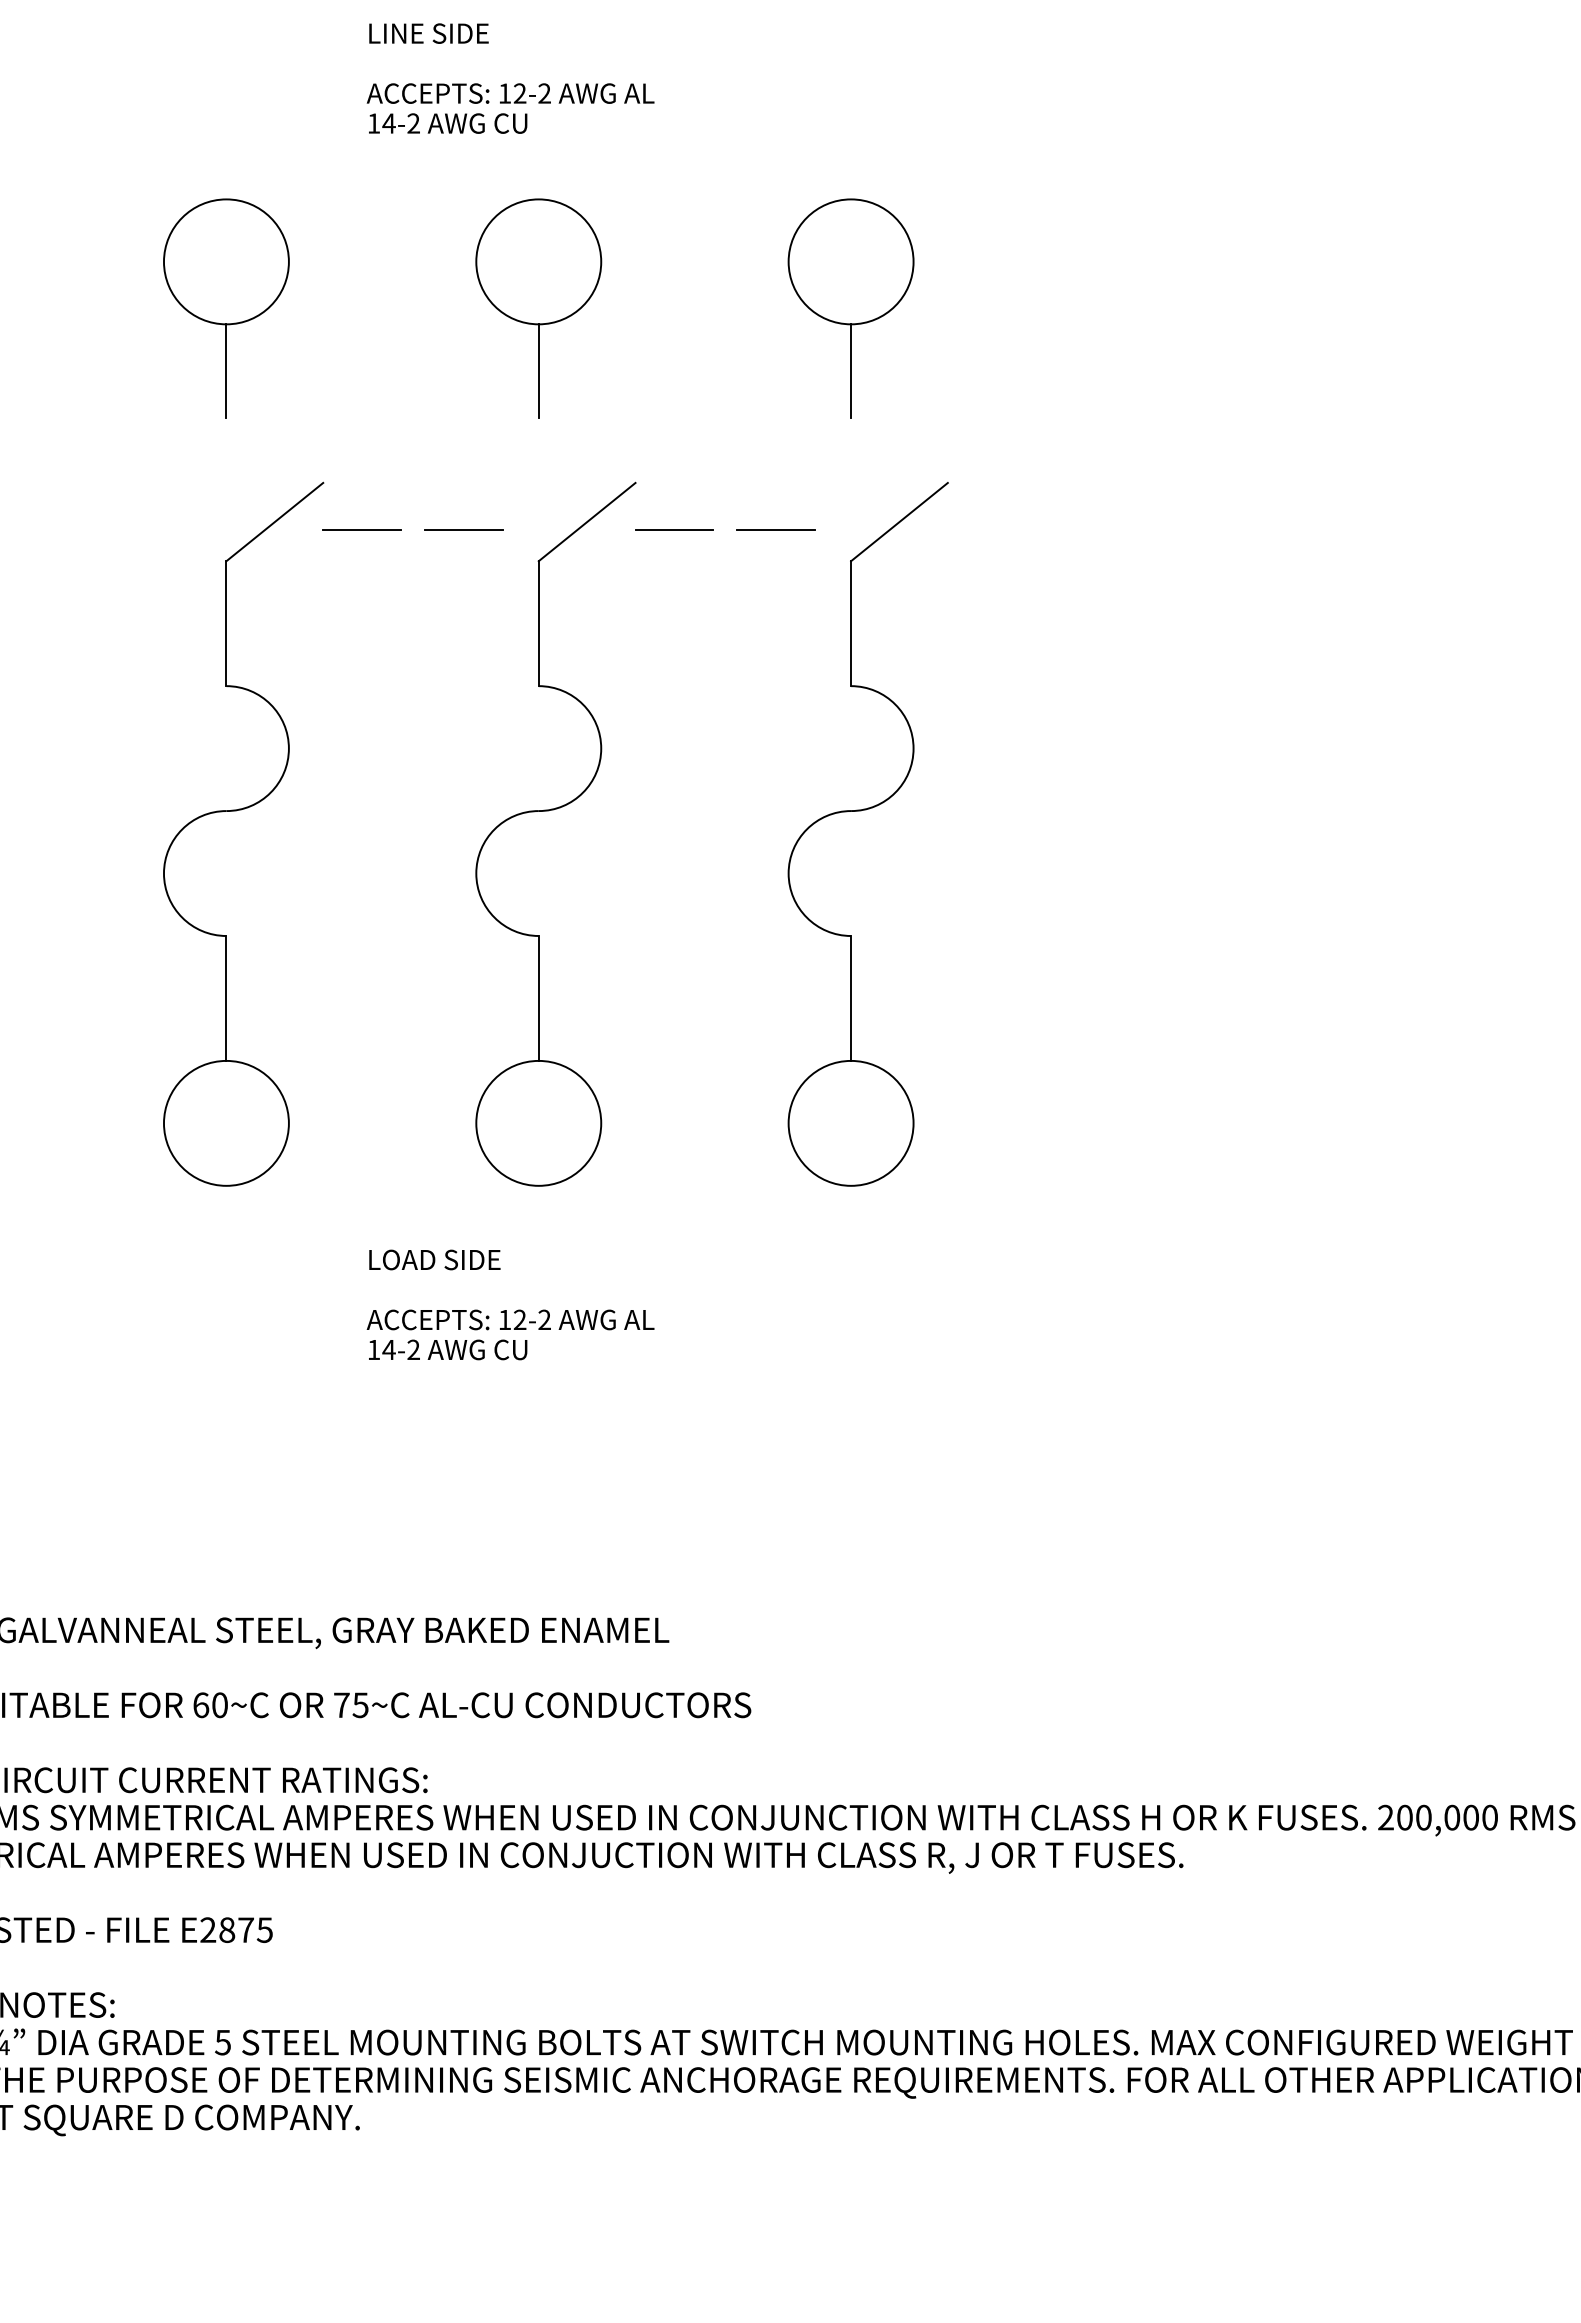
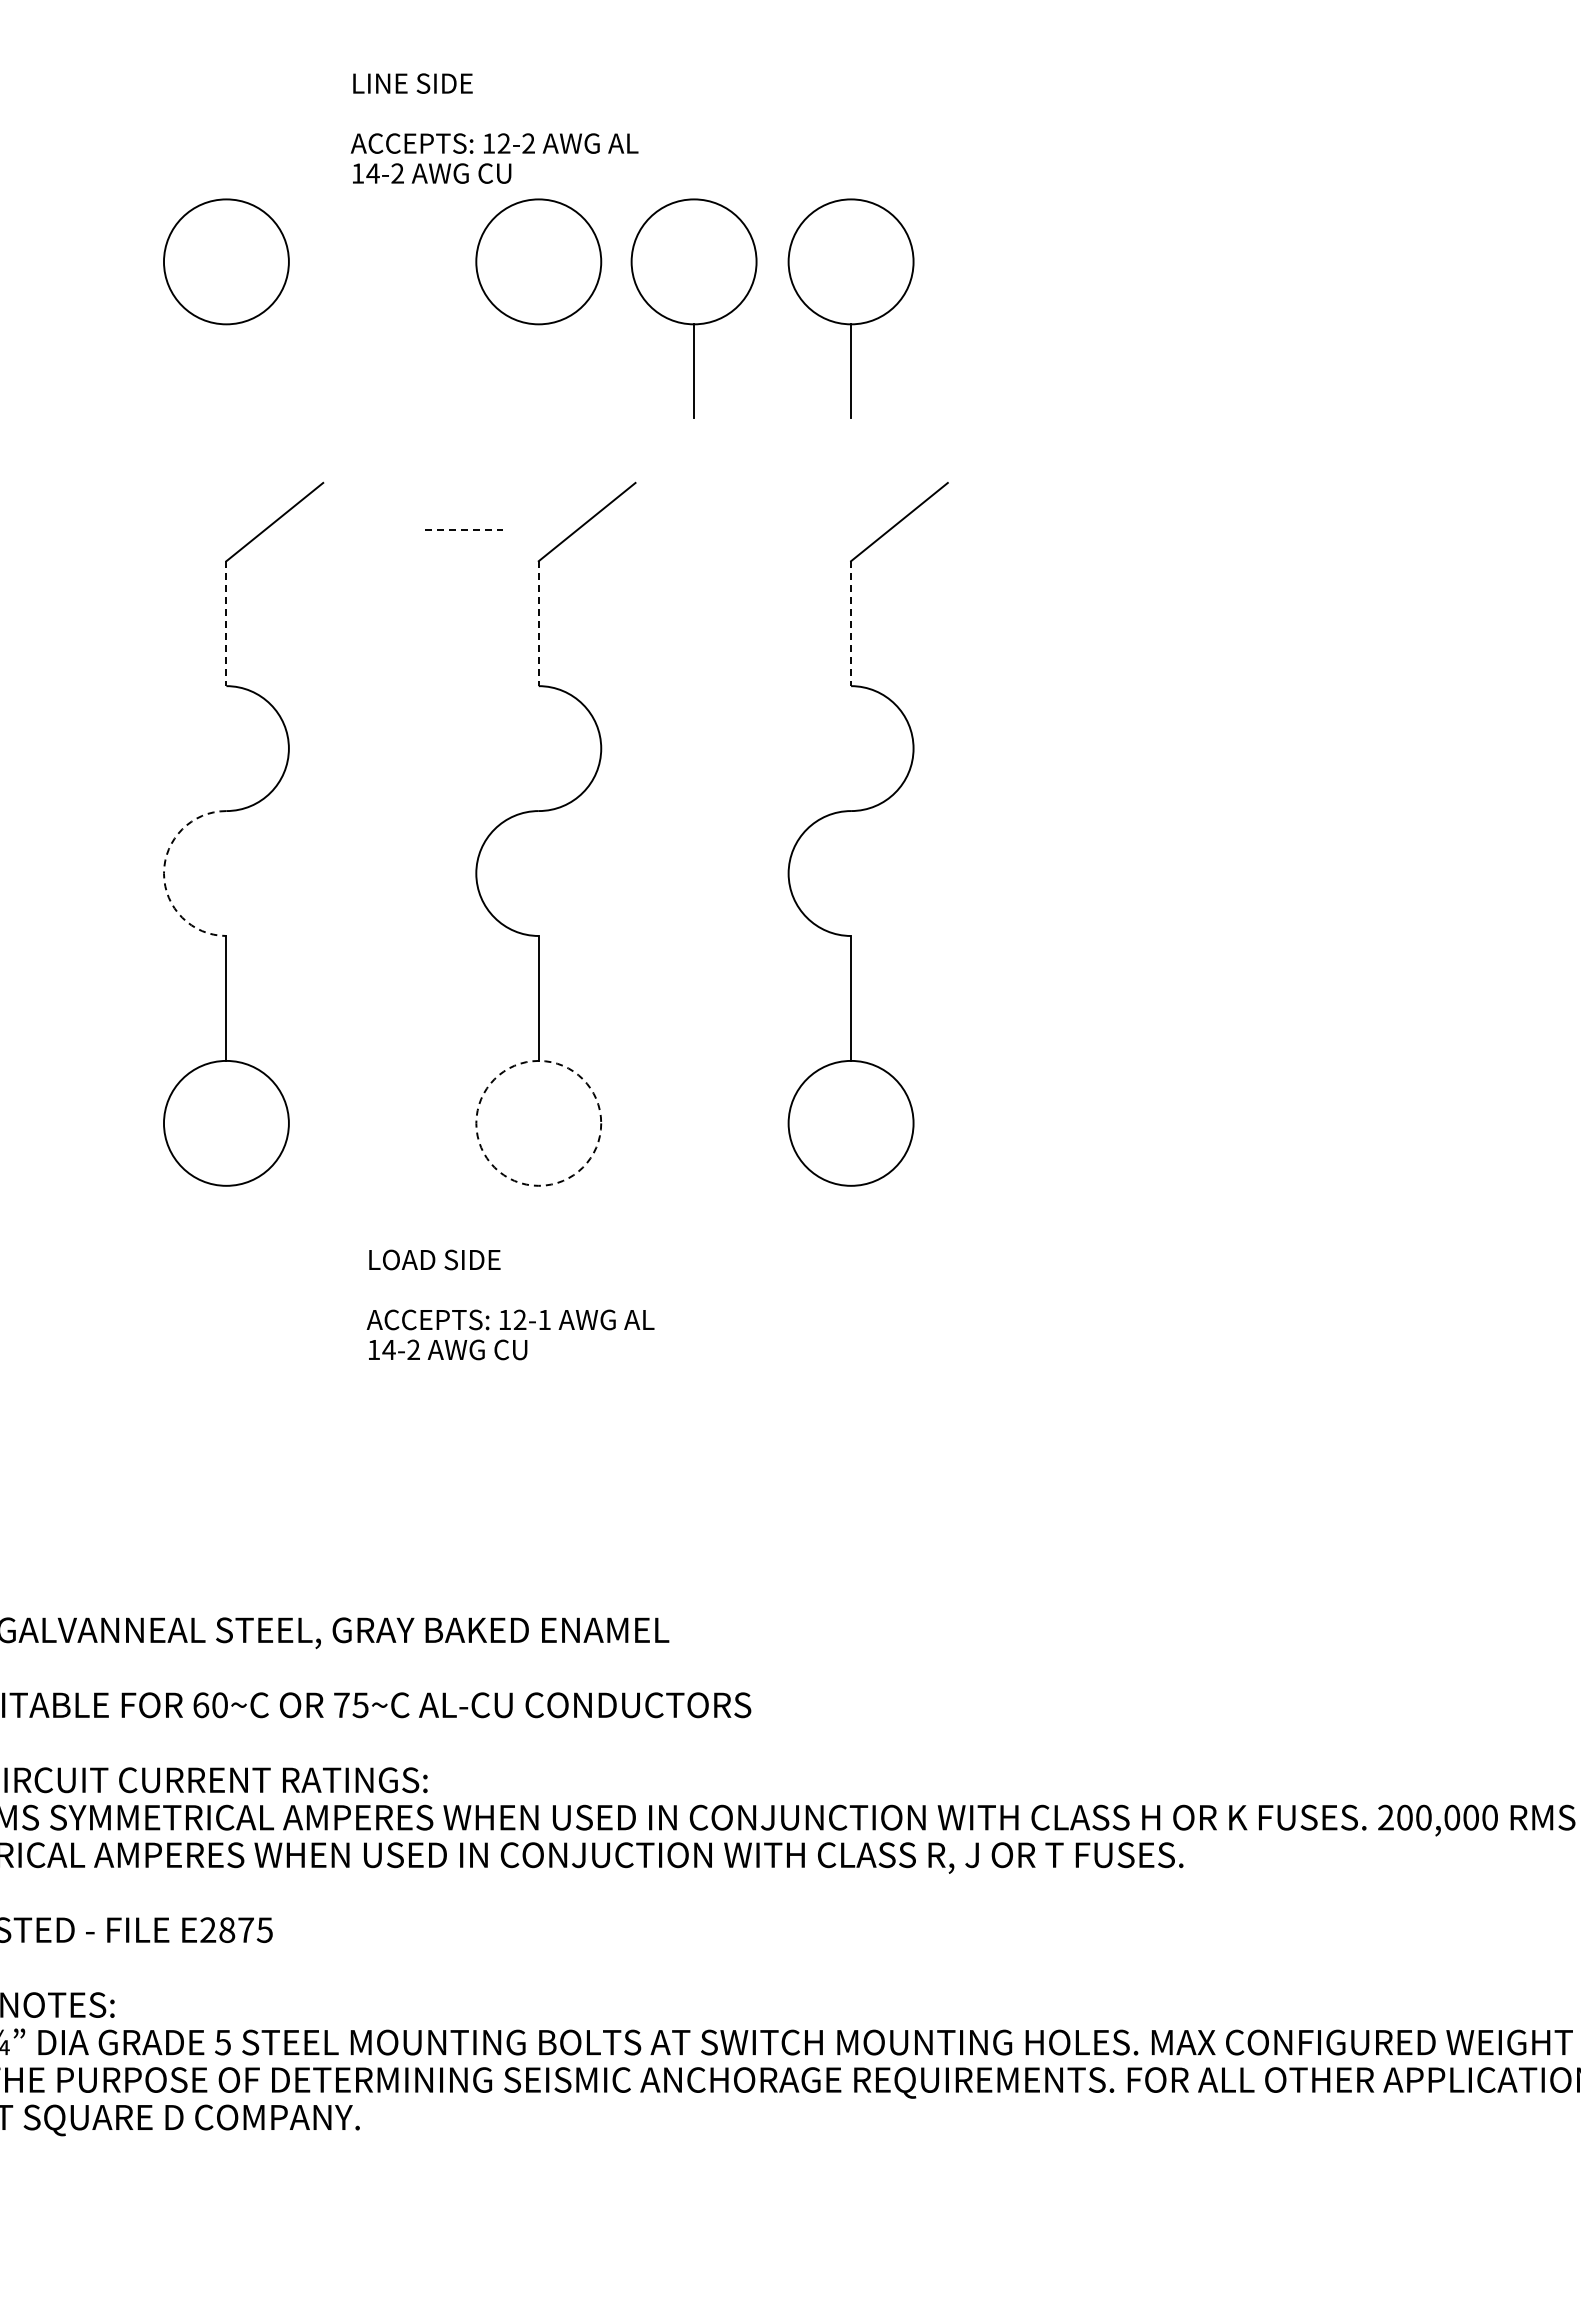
text at (510, 78) position: (510, 78) -> (494, 128)
part at (693, 308): none -> present
line at (226, 371): present -> none
line at (538, 371): present -> none
line at (361, 529): present -> none
line at (463, 529): solid -> dashed
line at (674, 529): present -> none
line at (775, 529): present -> none
line at (226, 624): solid -> dashed
line at (538, 624): solid -> dashed
line at (851, 624): solid -> dashed
arc at (163, 873): solid -> dashed
circle at (538, 1122): solid -> dashed
text at (544, 1319): 12-2 -> 12-1
